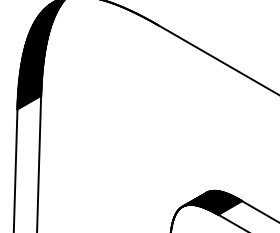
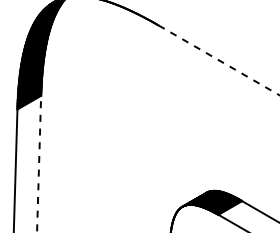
line at (219, 60): solid -> dashed
line at (39, 163): solid -> dashed
